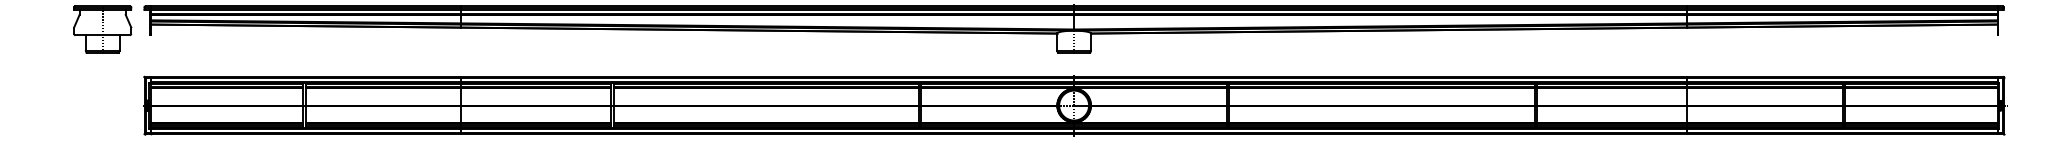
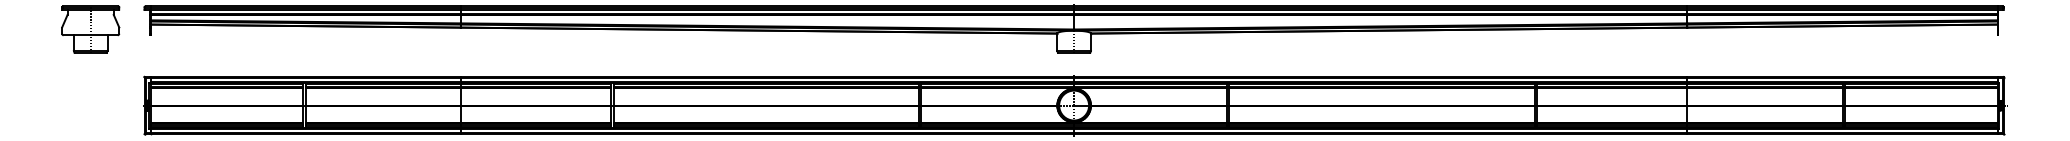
part at (102, 29) position: (102, 29) -> (90, 29)
